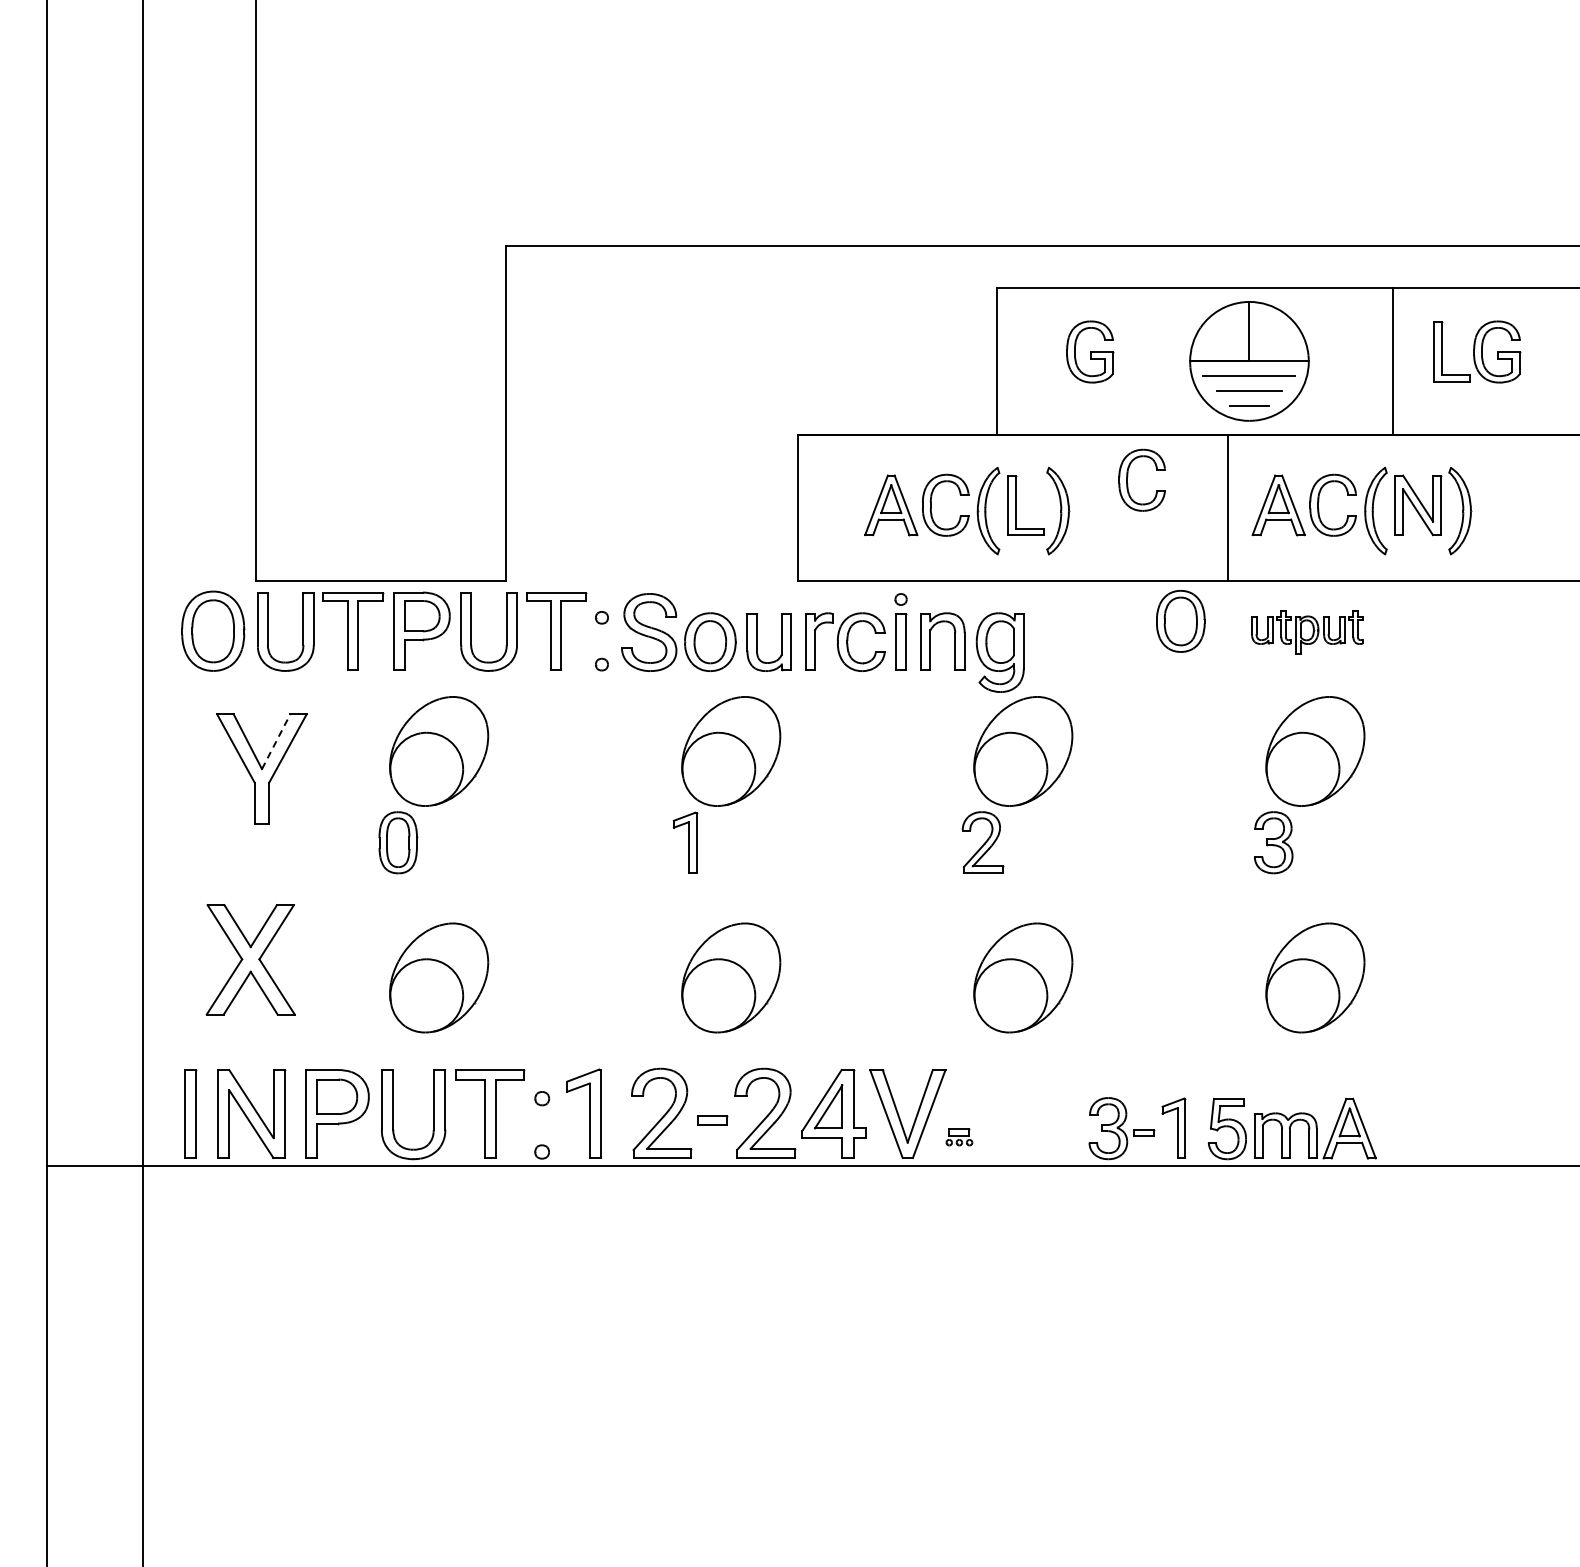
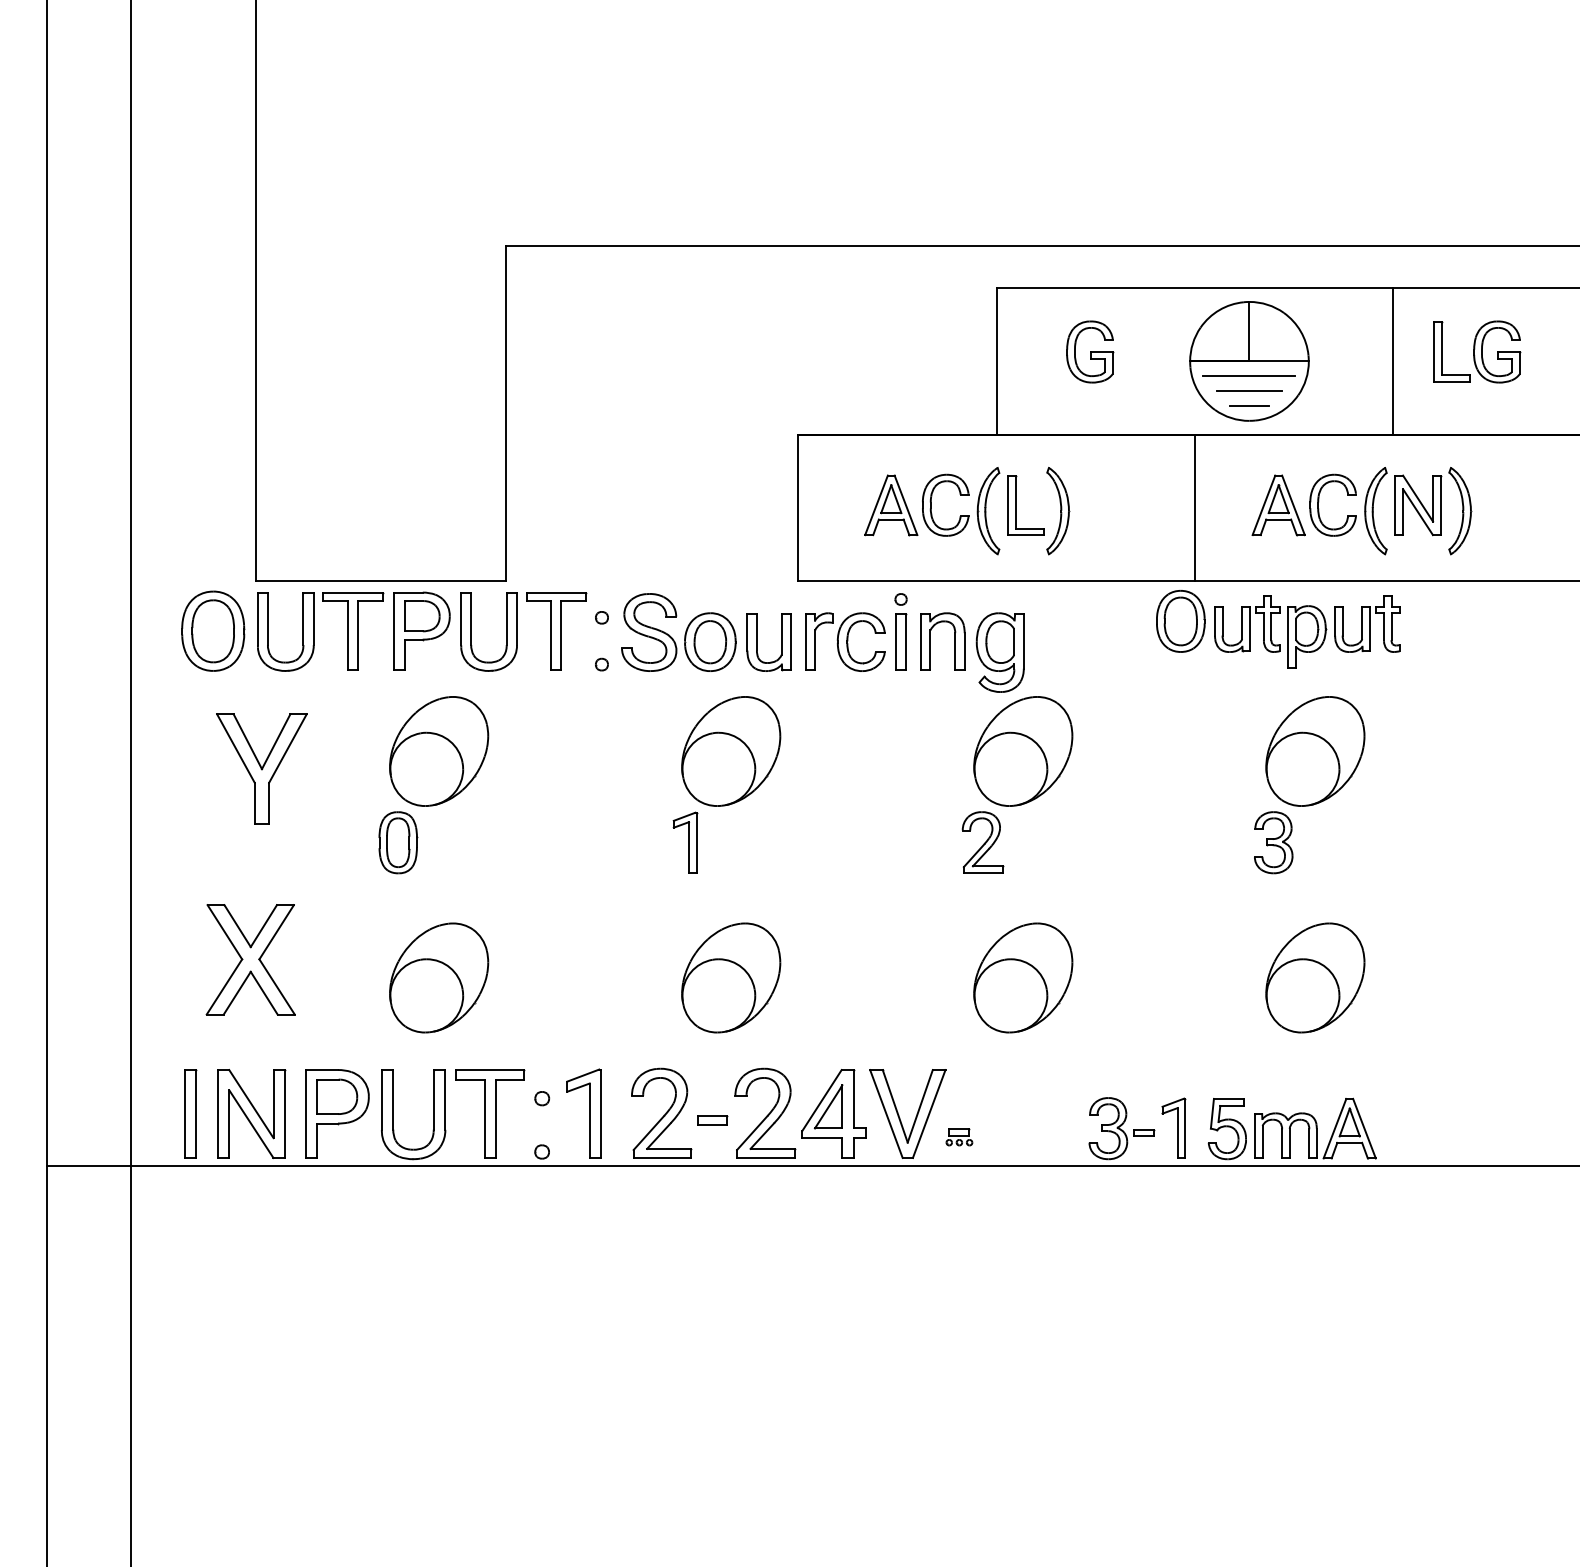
part at (1128, 476): present -> none
line at (1227, 507) position: (1227, 507) -> (1194, 507)
part at (1307, 632) size: 113x45 px -> 187x74 px
line at (276, 741): dashed -> solid
line at (142, 782) position: (142, 782) -> (130, 782)
